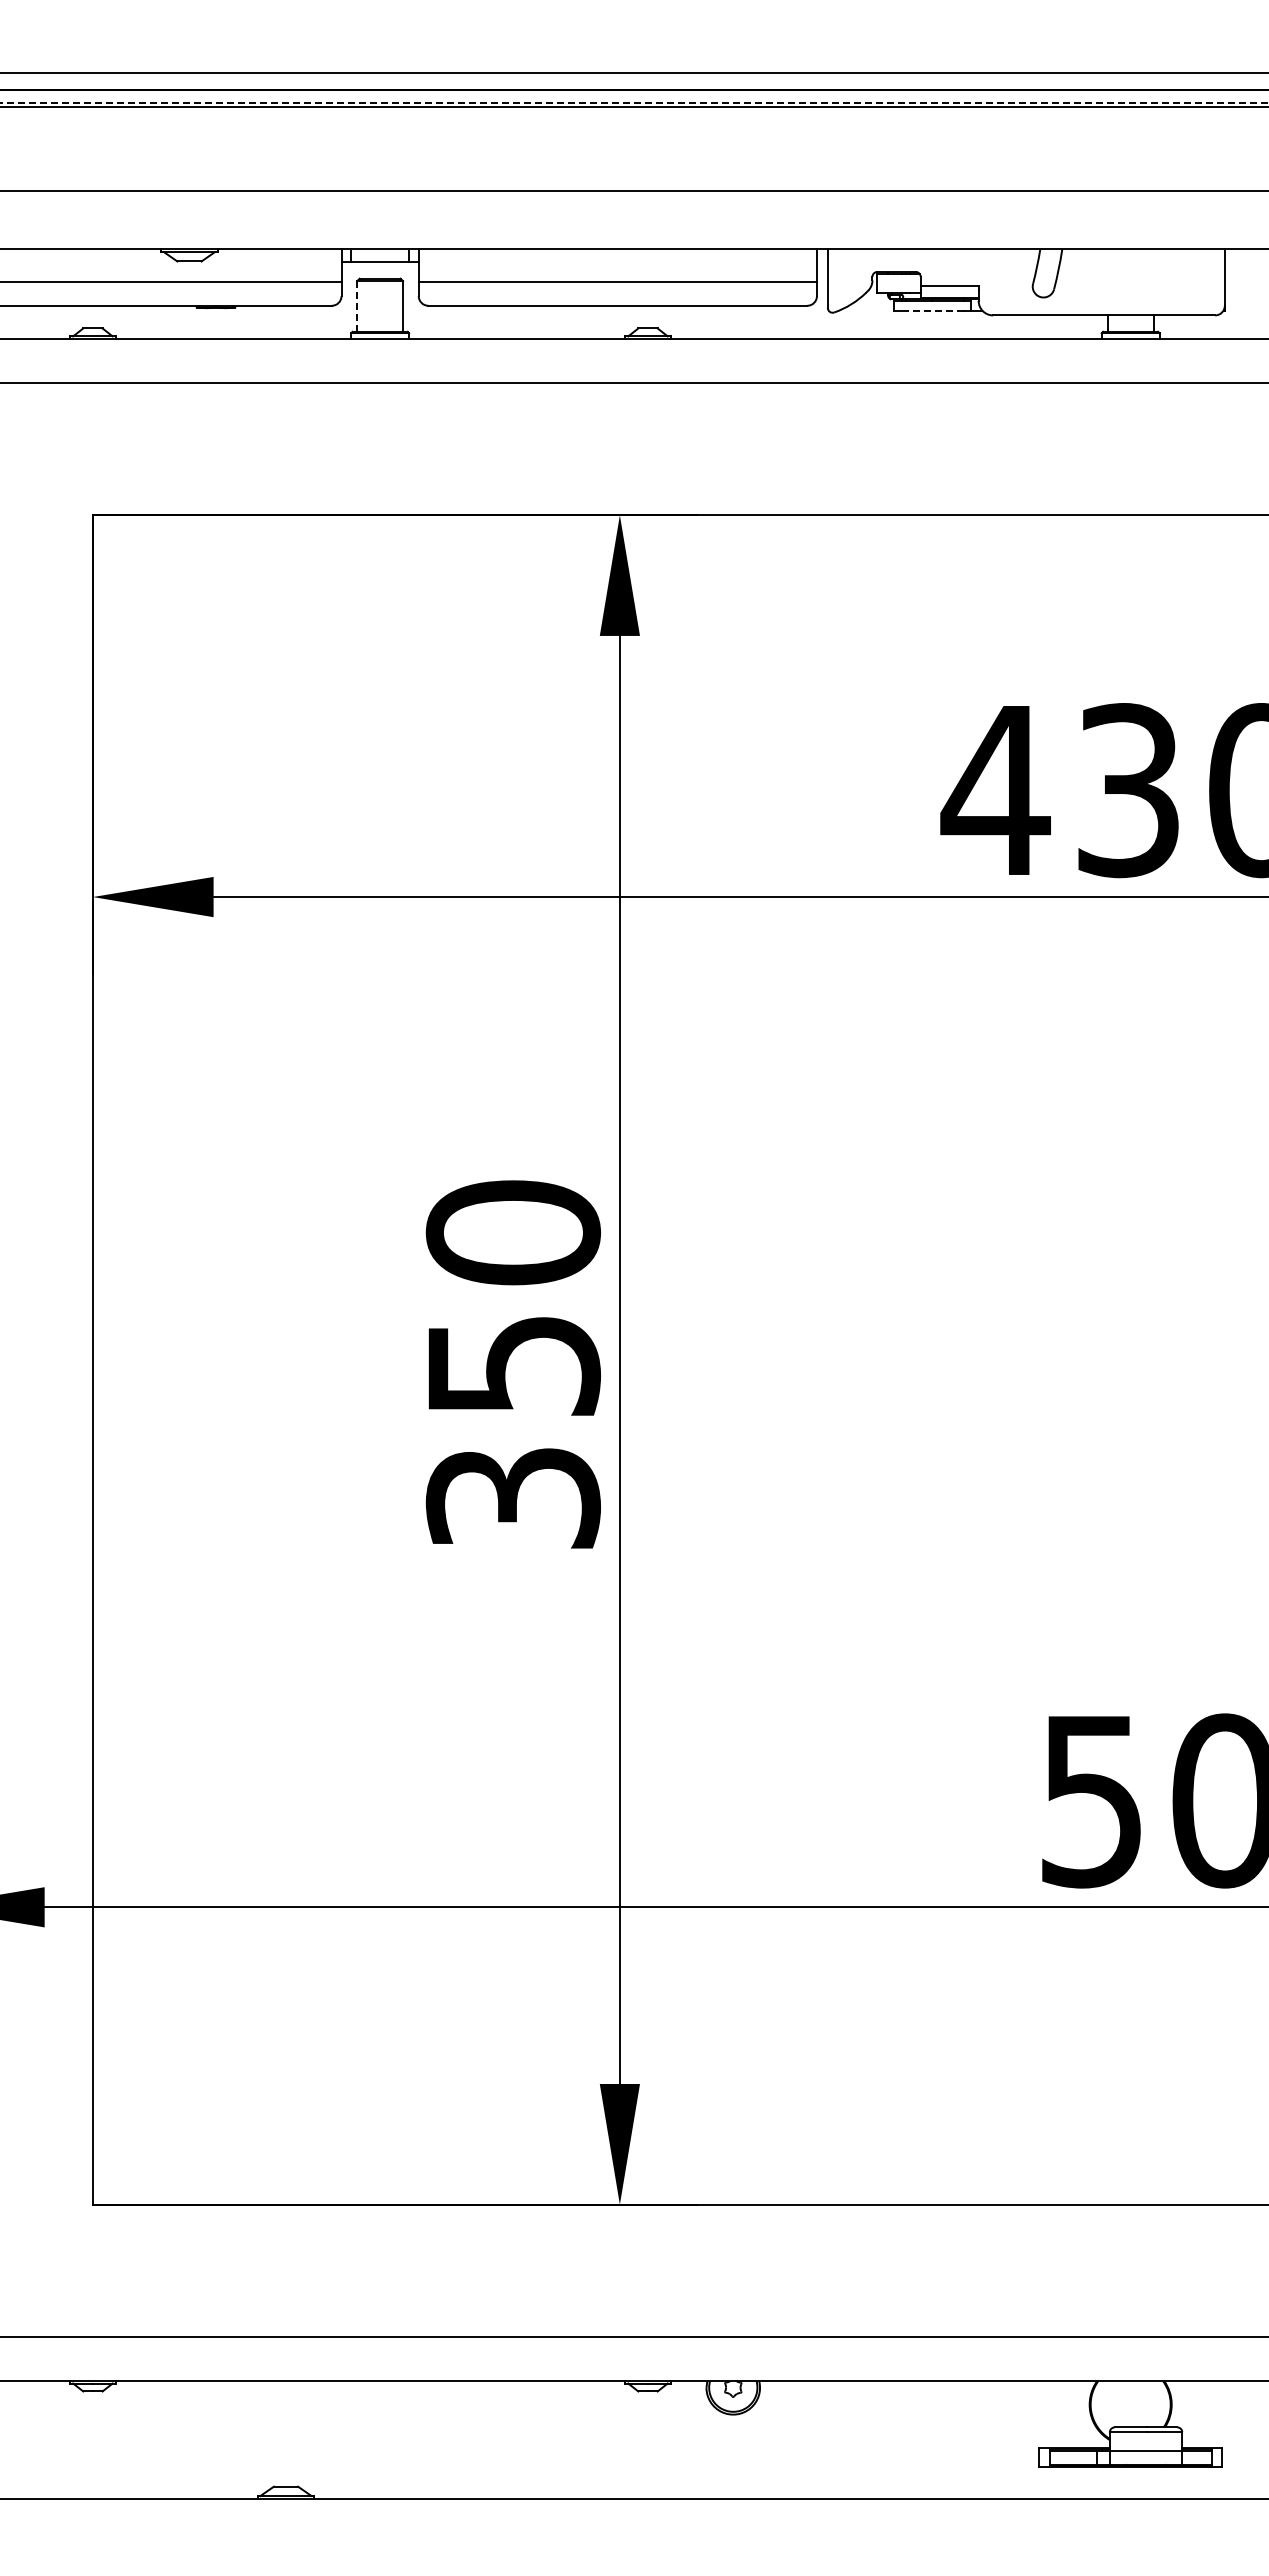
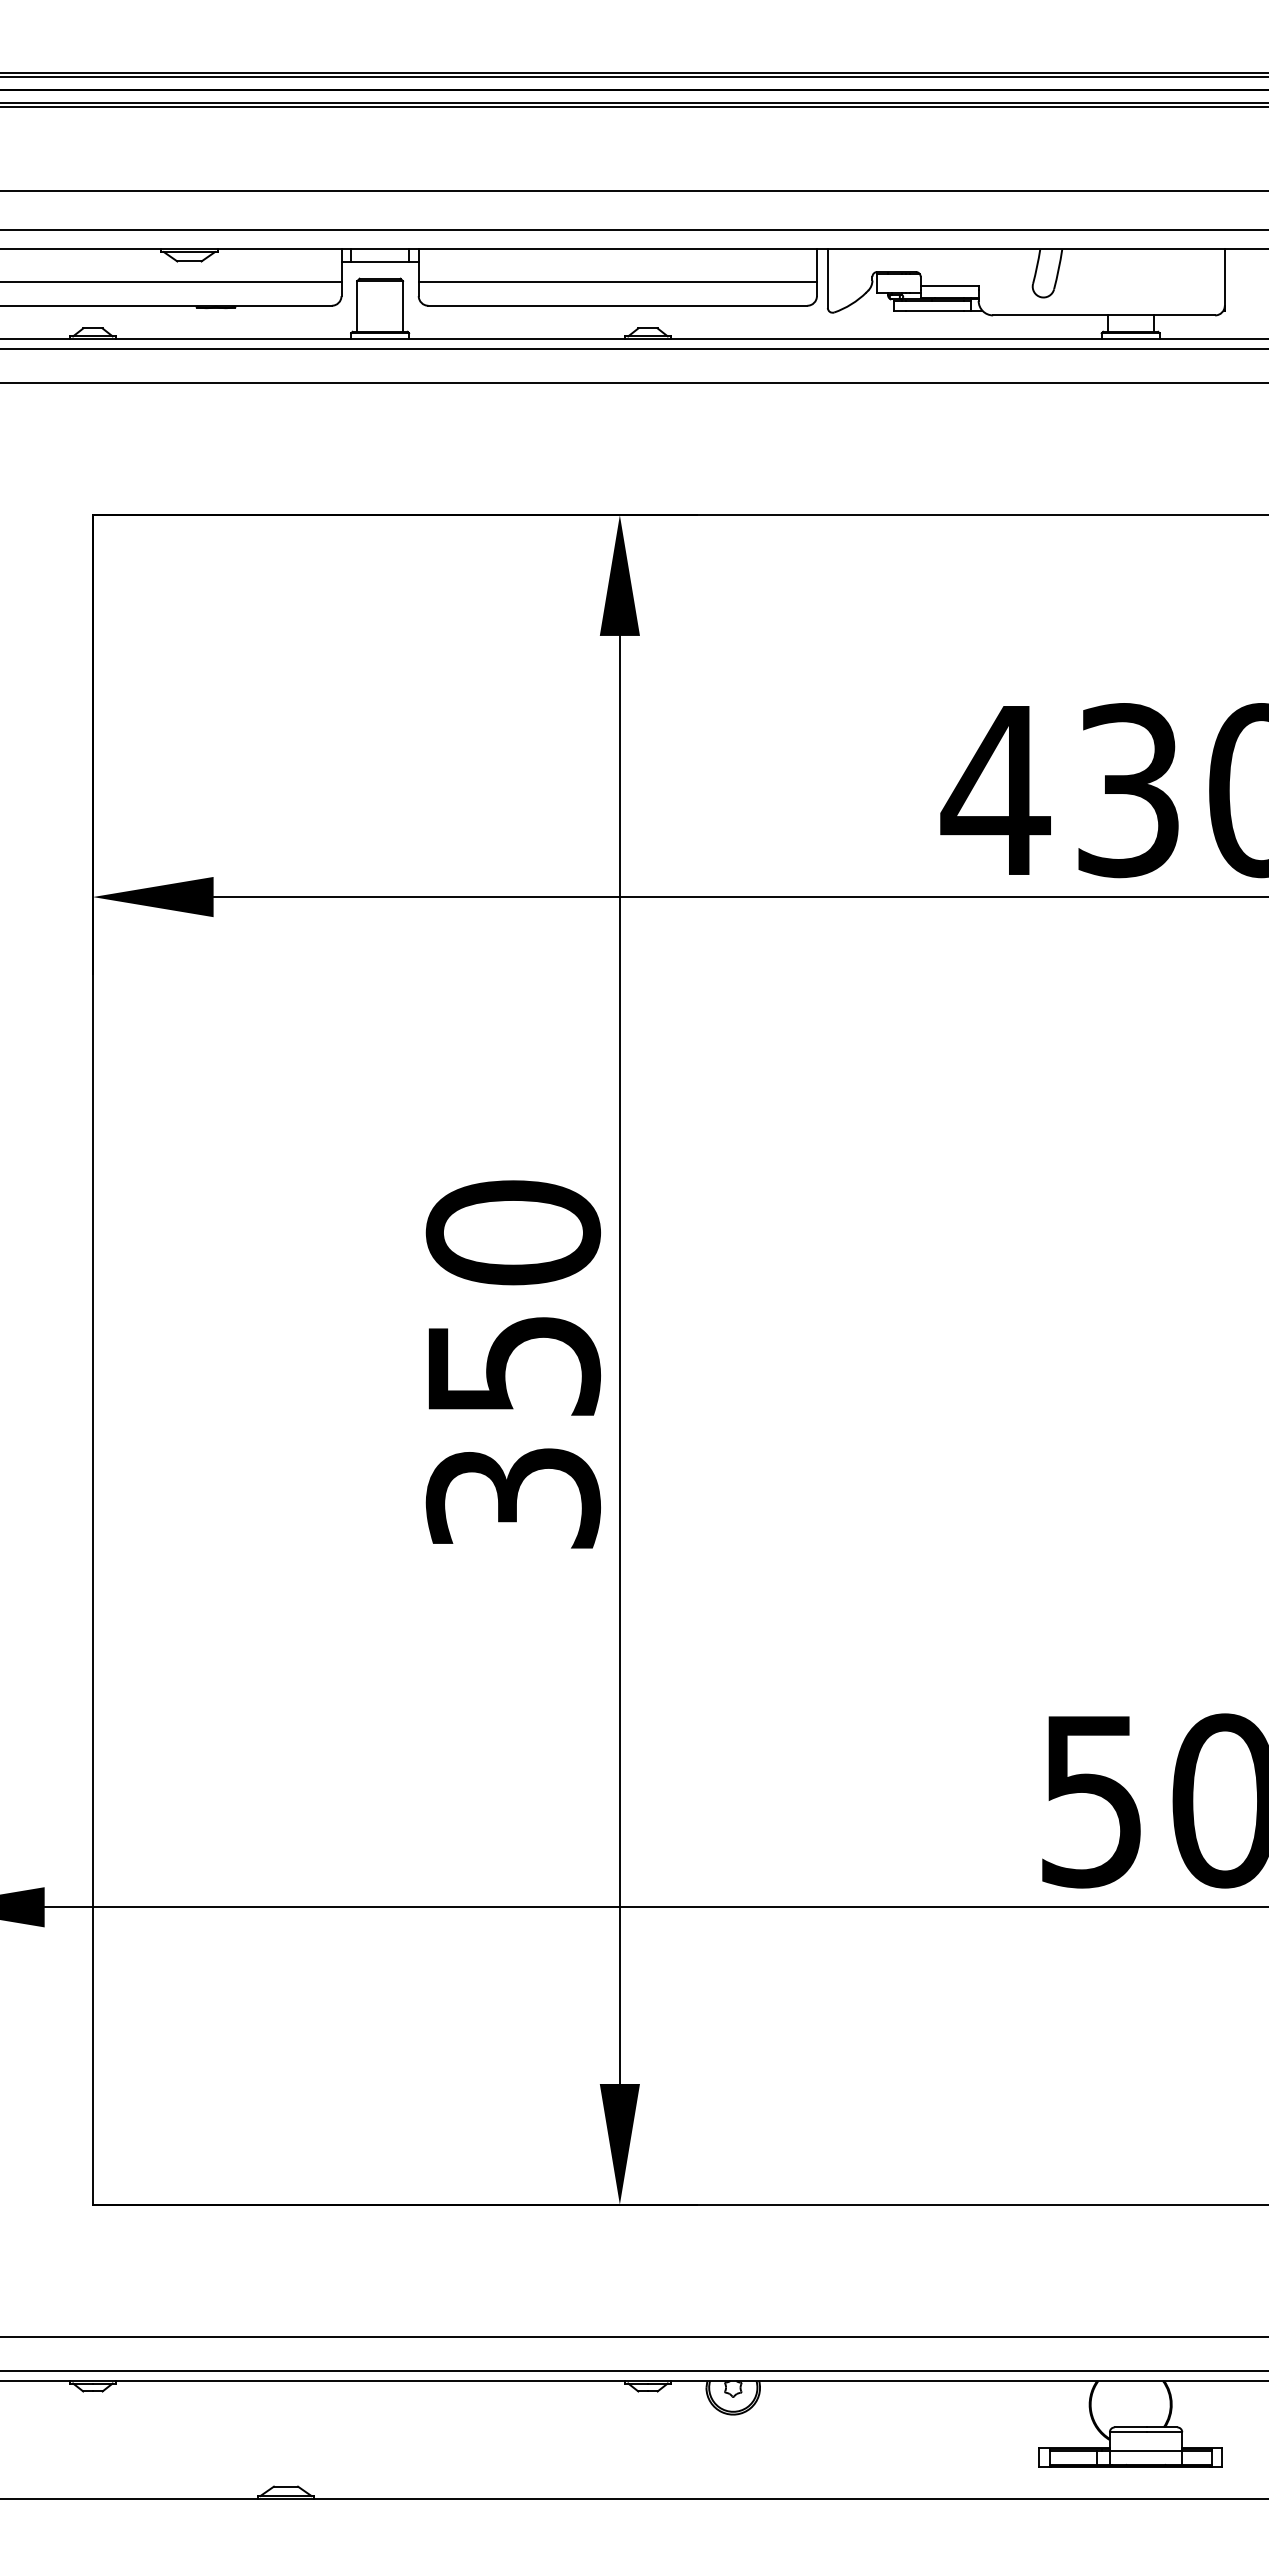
line at (633, 77): none -> present
line at (634, 102): dashed -> solid
line at (633, 230): none -> present
line at (357, 307): dashed -> solid
line at (935, 310): dashed -> solid
line at (633, 348): none -> present
line at (633, 2371): none -> present
